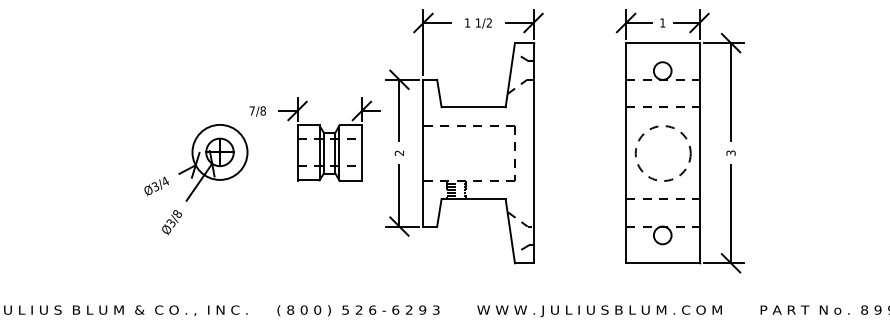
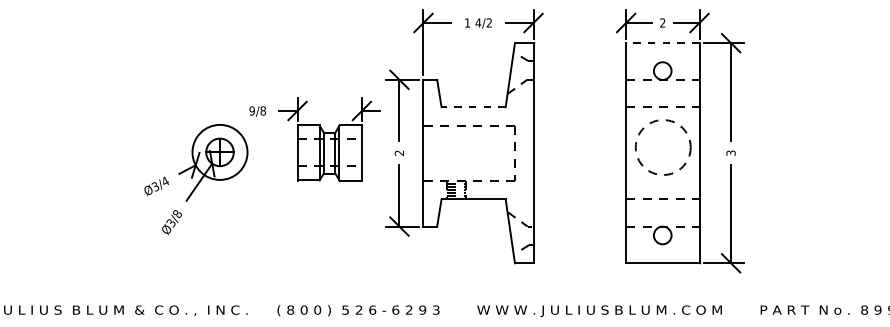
text at (478, 22): 1/2 -> 4/2
text at (662, 22): 1 -> 2
line at (662, 43): solid -> dashed
line at (473, 107): solid -> dashed
text at (251, 110): 7/8 -> 9/8
circle at (662, 153) position: (662, 153) -> (662, 147)
